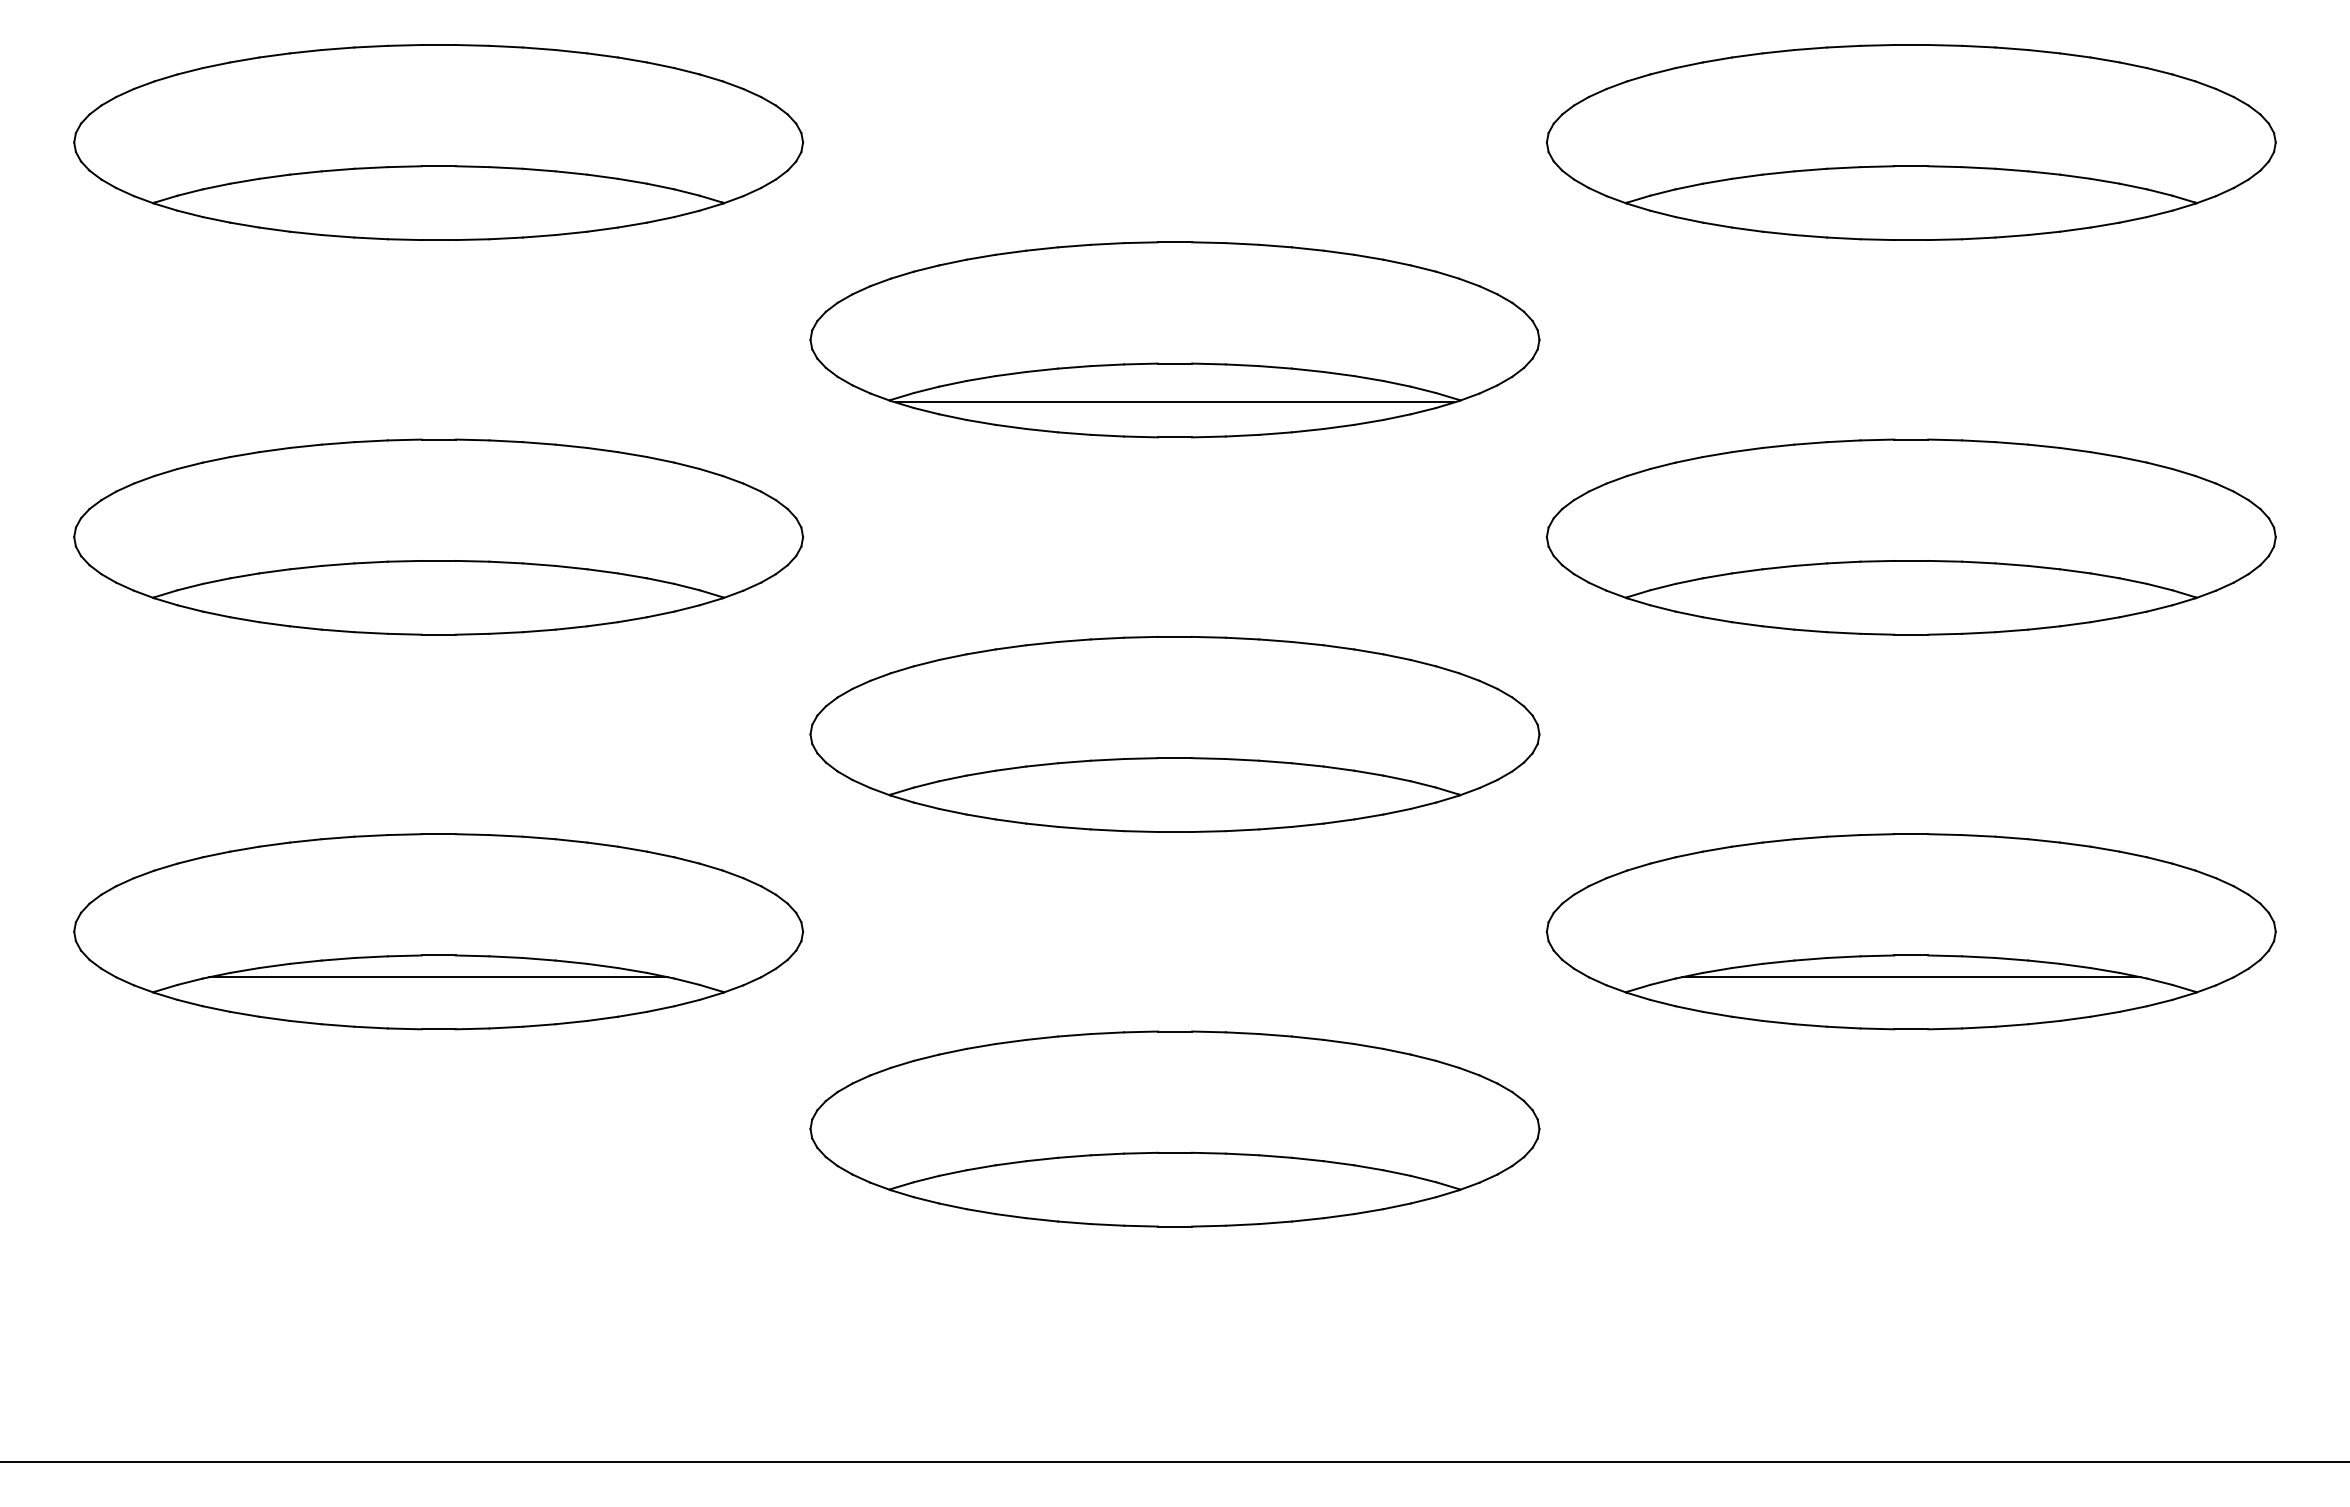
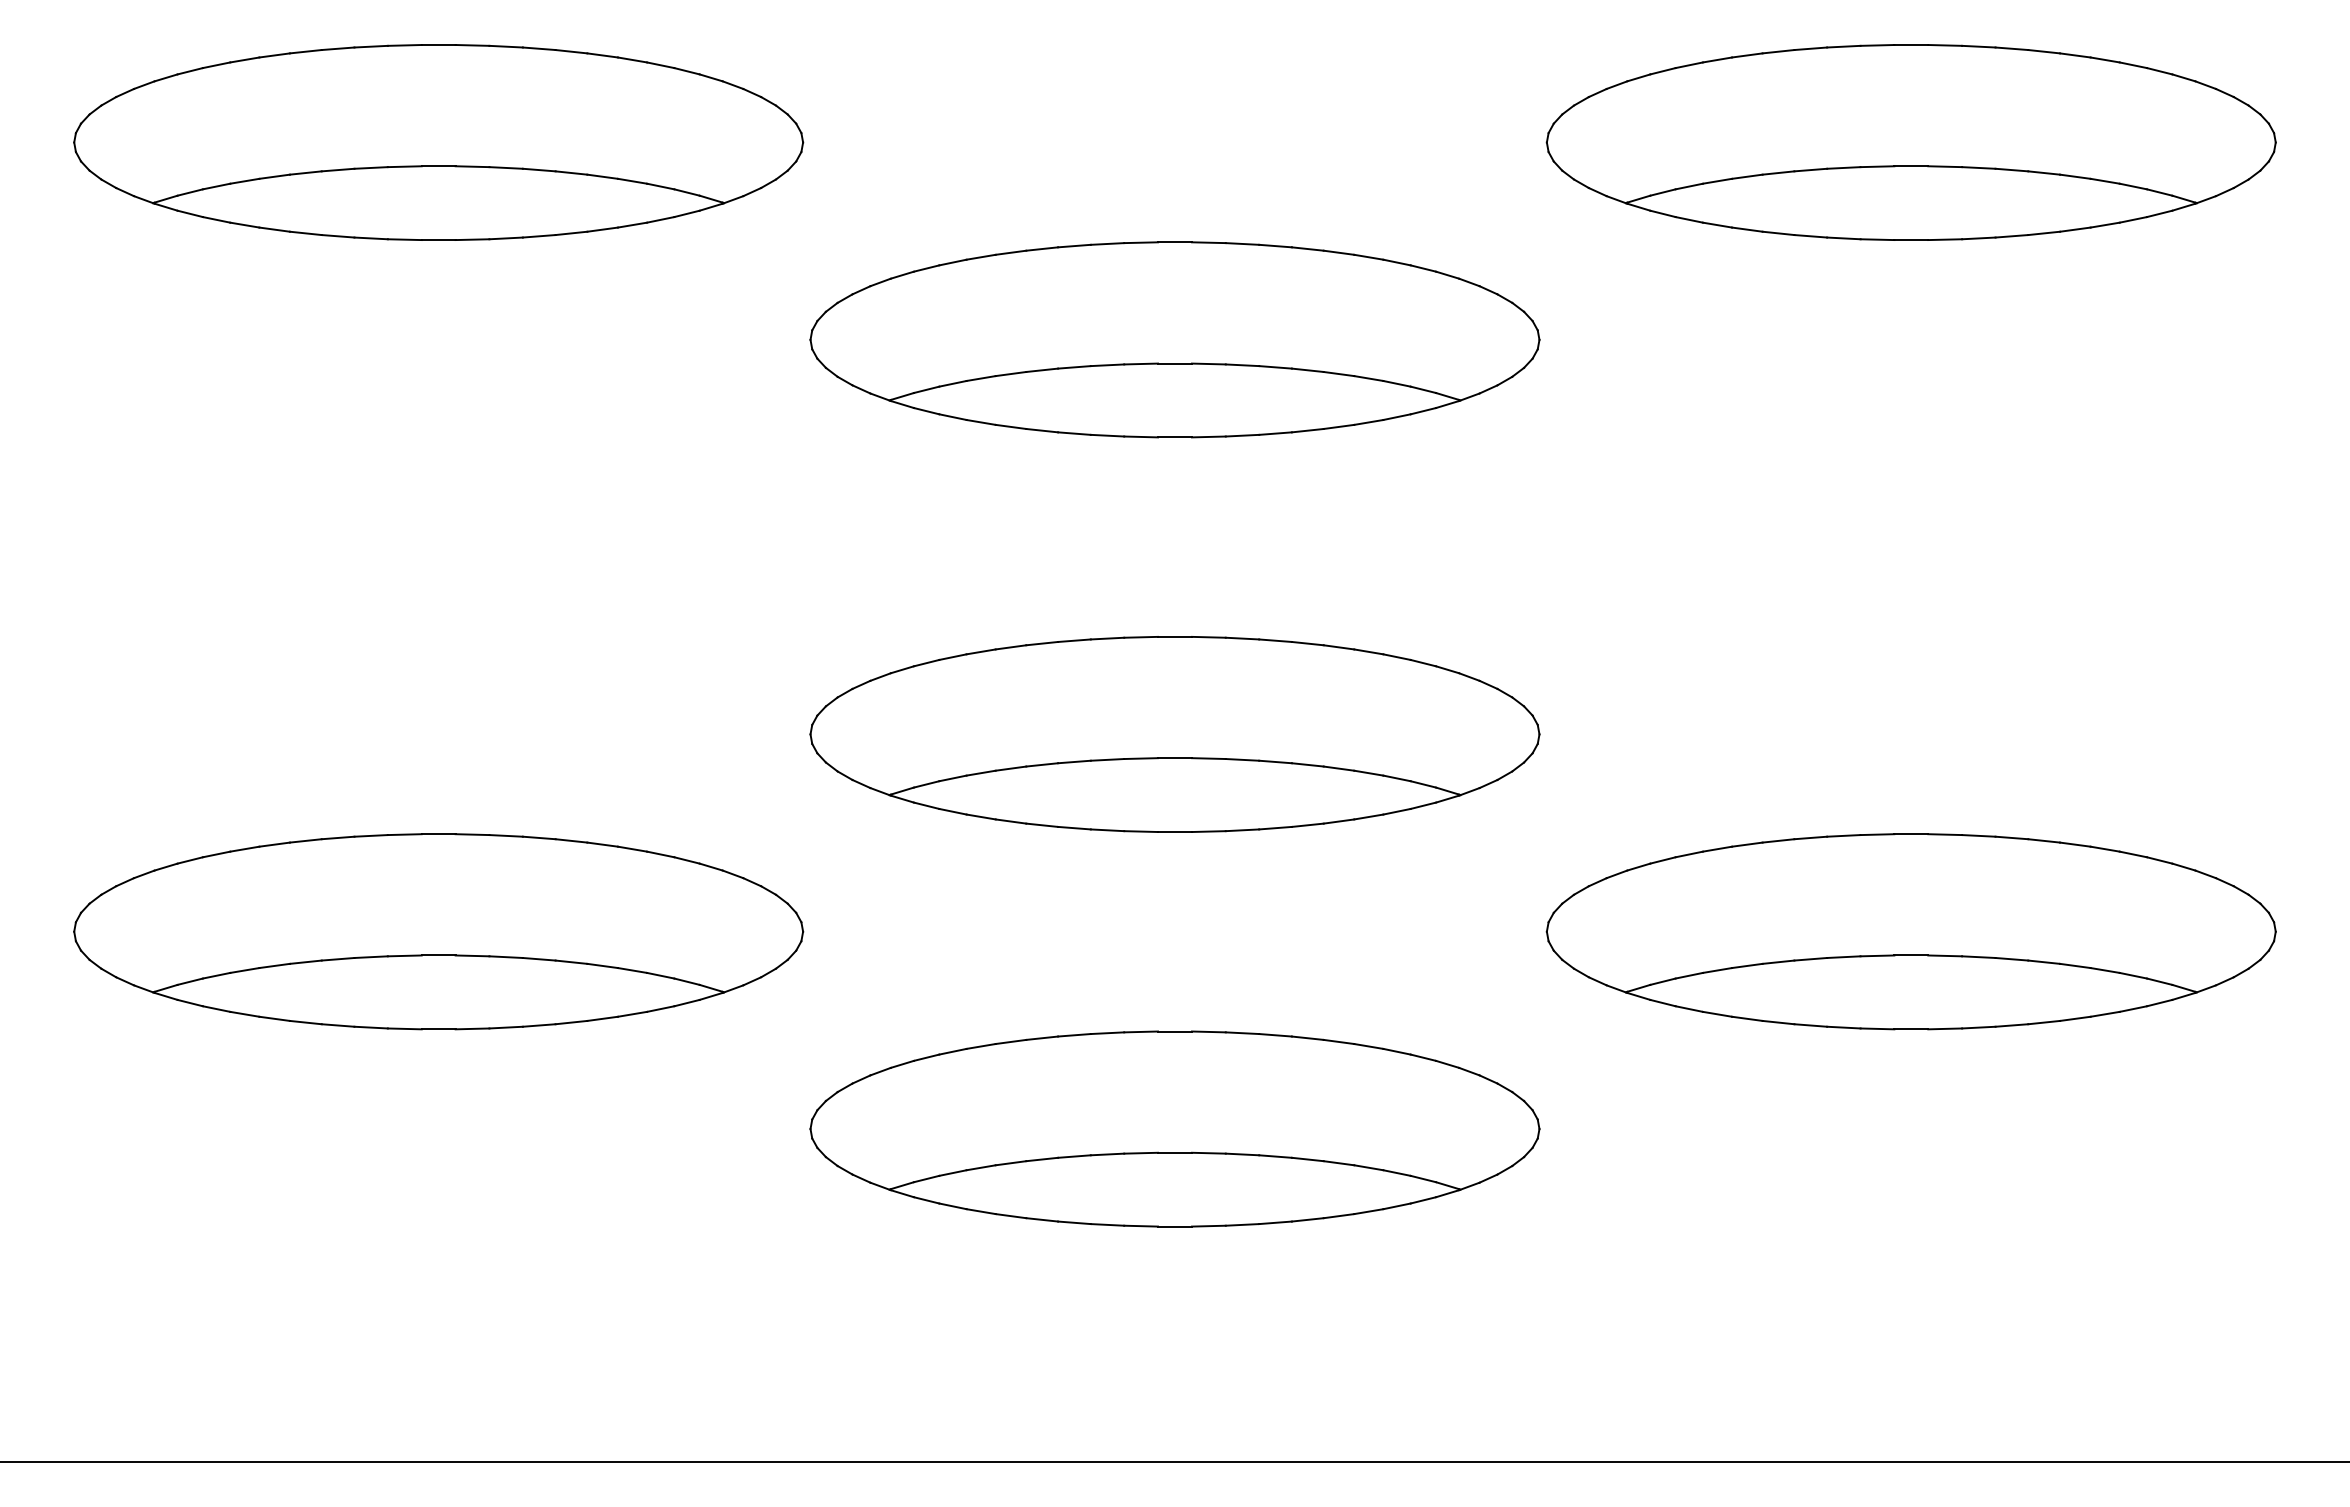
line at (1174, 402): present -> none
part at (438, 536): present -> none
part at (1910, 536): present -> none
line at (438, 977): present -> none
line at (1911, 977): present -> none
